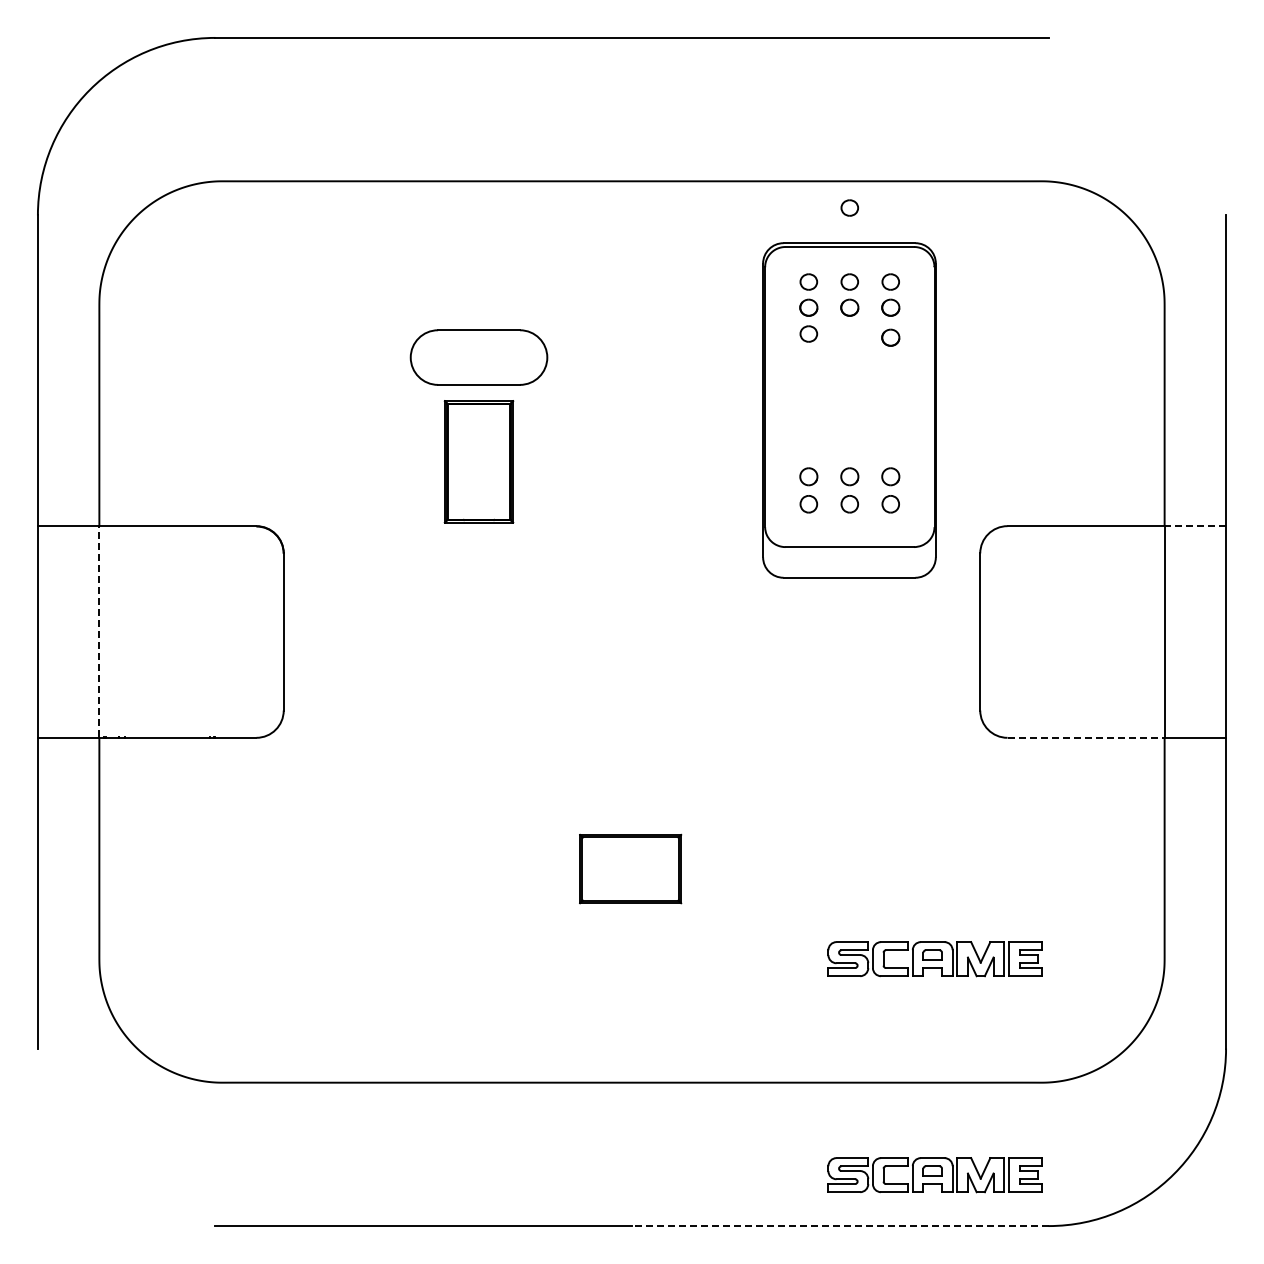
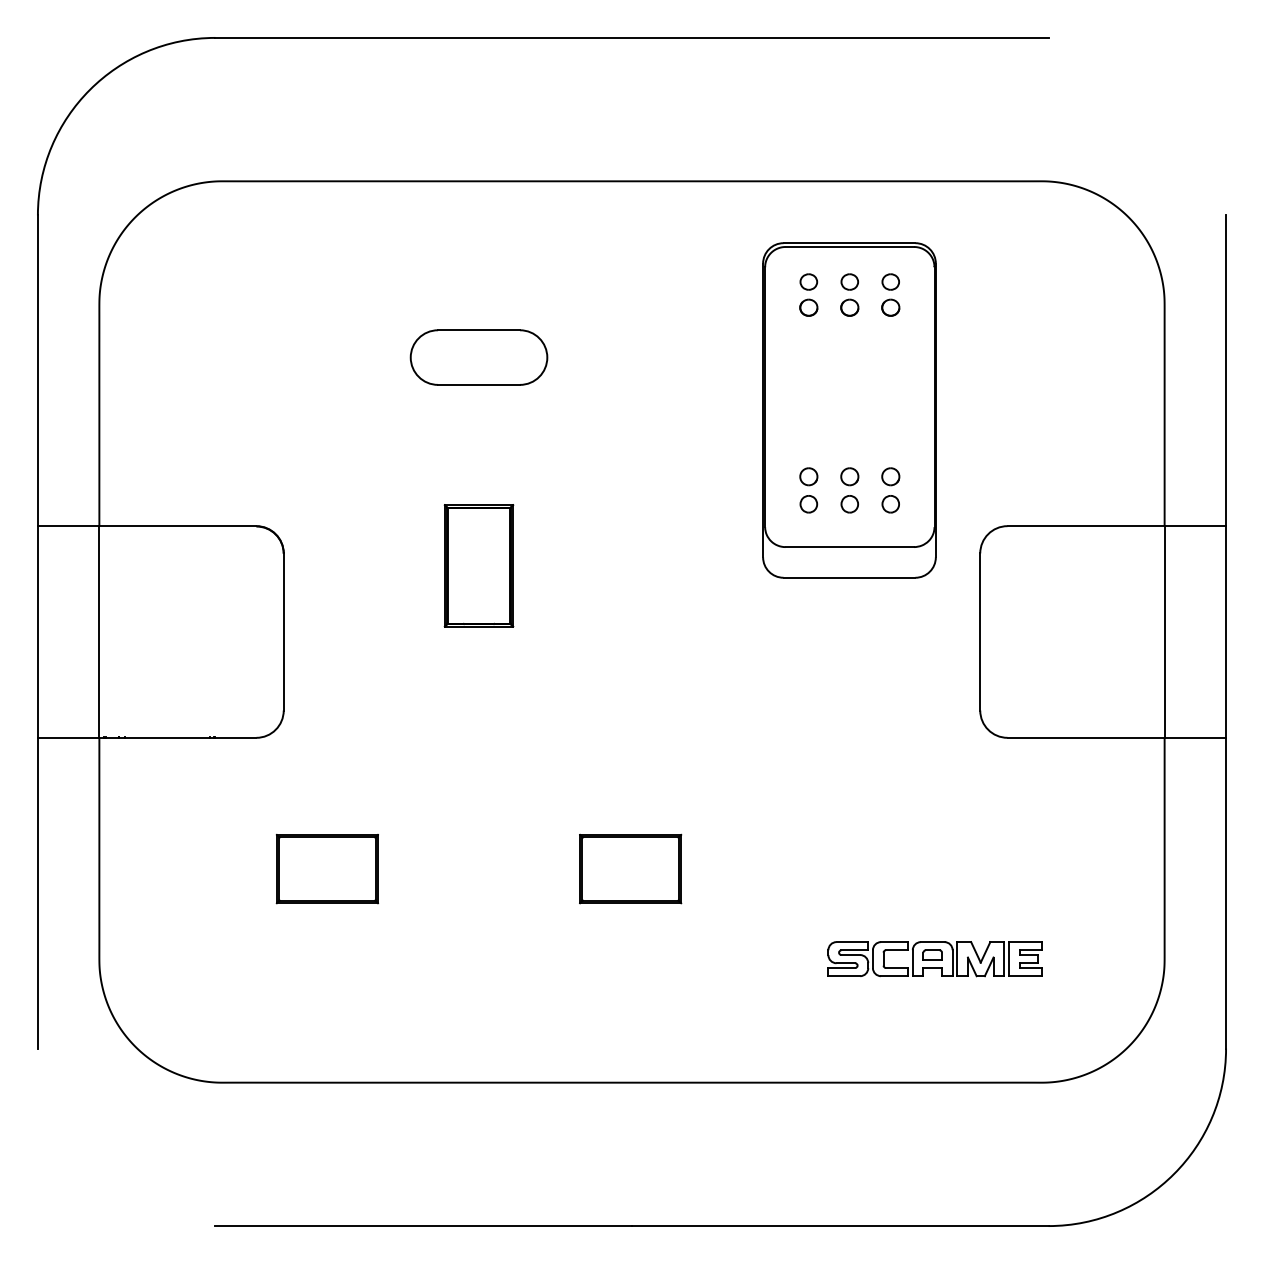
part at (849, 207): present -> none
part at (808, 333): present -> none
part at (890, 337): present -> none
part at (478, 461) position: (478, 461) -> (478, 565)
line at (1194, 526): dashed -> solid
line at (99, 632): dashed -> solid
line at (1086, 737): dashed -> solid
part at (326, 868): none -> present
part at (934, 1175): present -> none
line at (839, 1225): dashed -> solid
